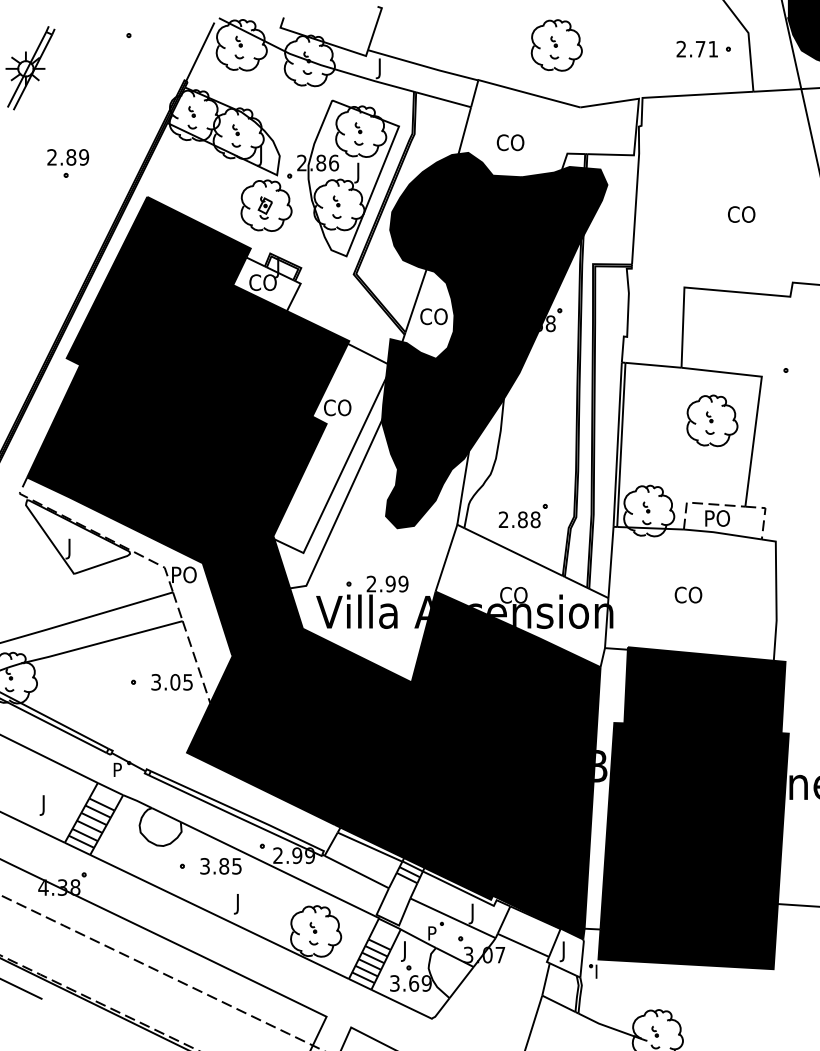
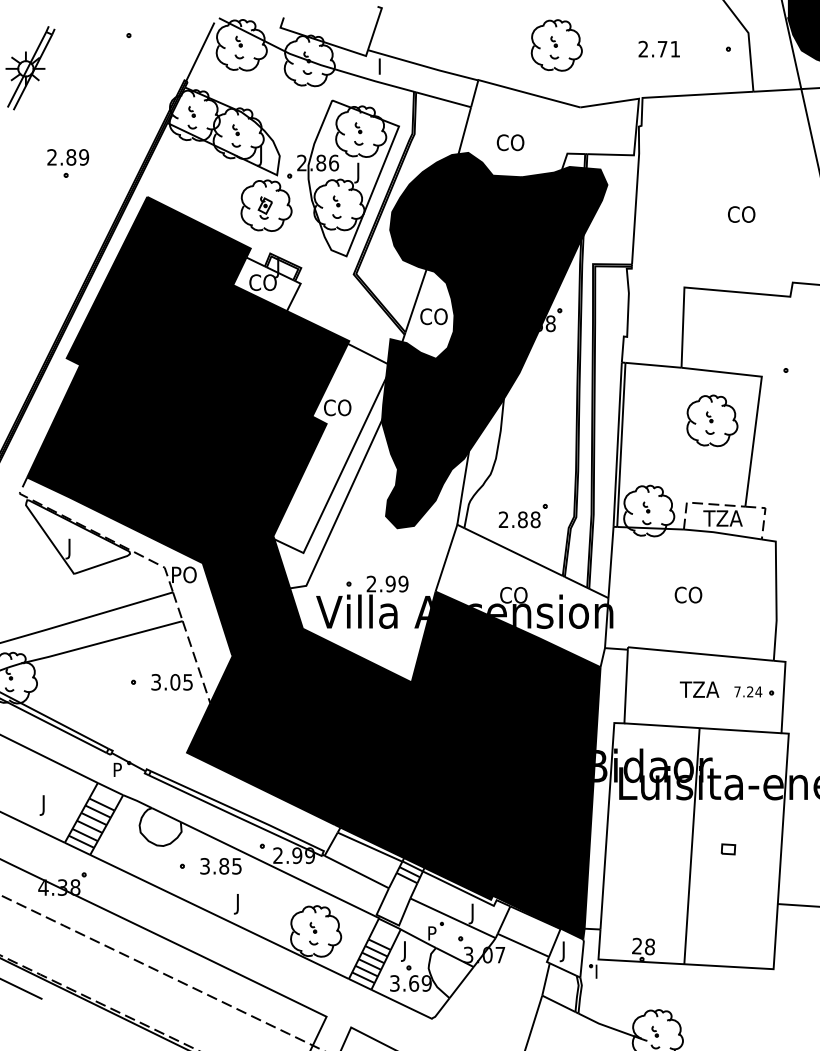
text at (696, 48) position: (696, 48) -> (658, 48)
text at (377, 76): J -> I
text at (722, 518): PO -> TZA
fill at (693, 808): present -> none
